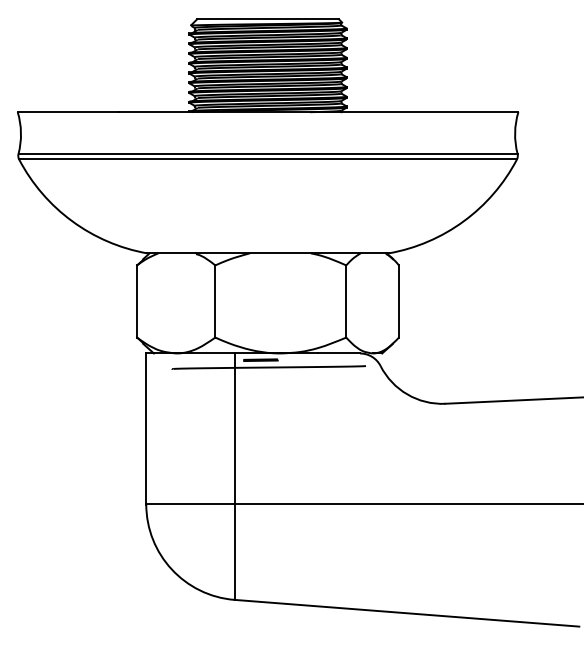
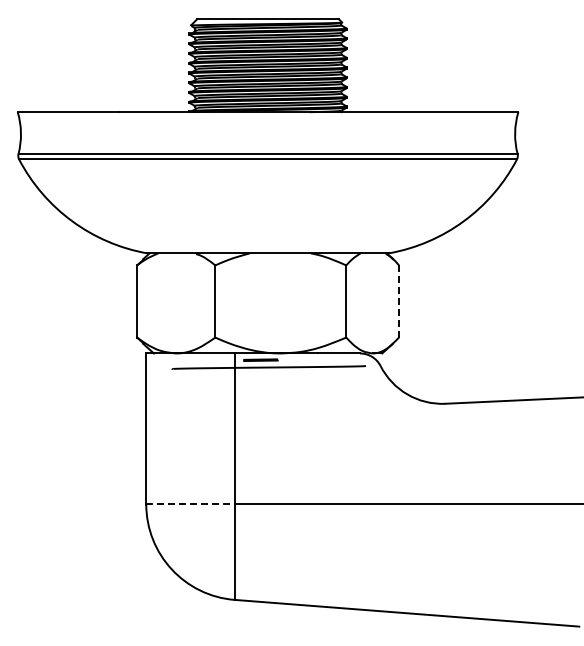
line at (399, 301): solid -> dashed
line at (191, 504): solid -> dashed
